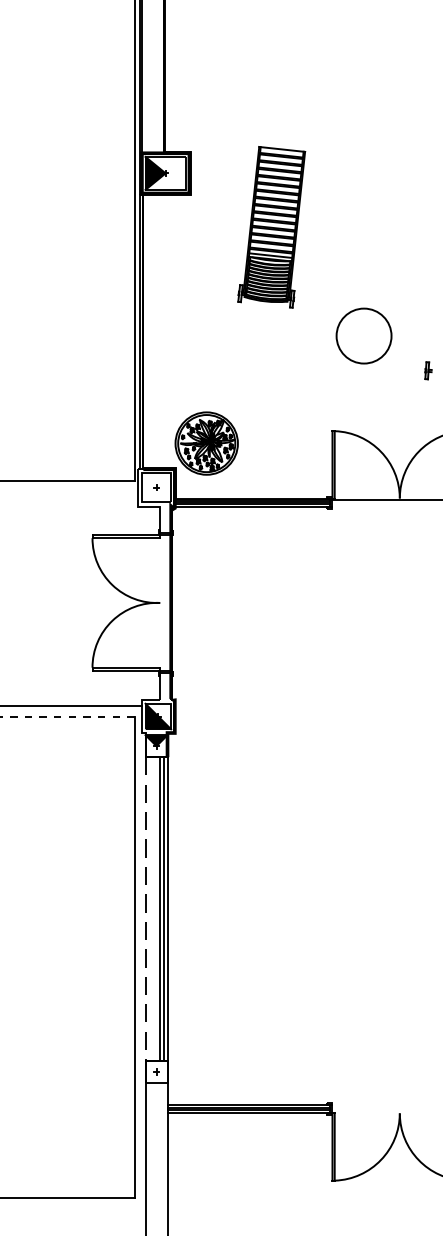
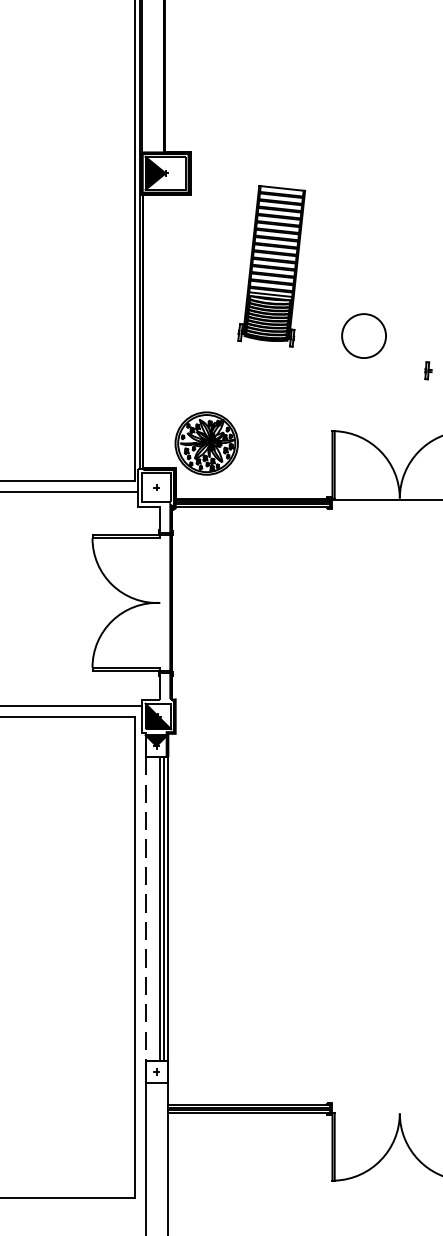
part at (271, 227) position: (271, 227) -> (271, 266)
circle at (363, 335) diameter: 55 px -> 44 px
line at (69, 491): none -> present
line at (67, 716): dashed -> solid
